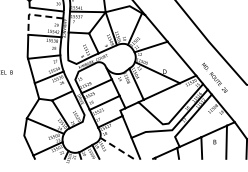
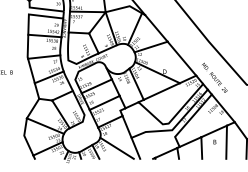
line at (34, 15): dashed -> solid
line at (117, 148): dashed -> solid
